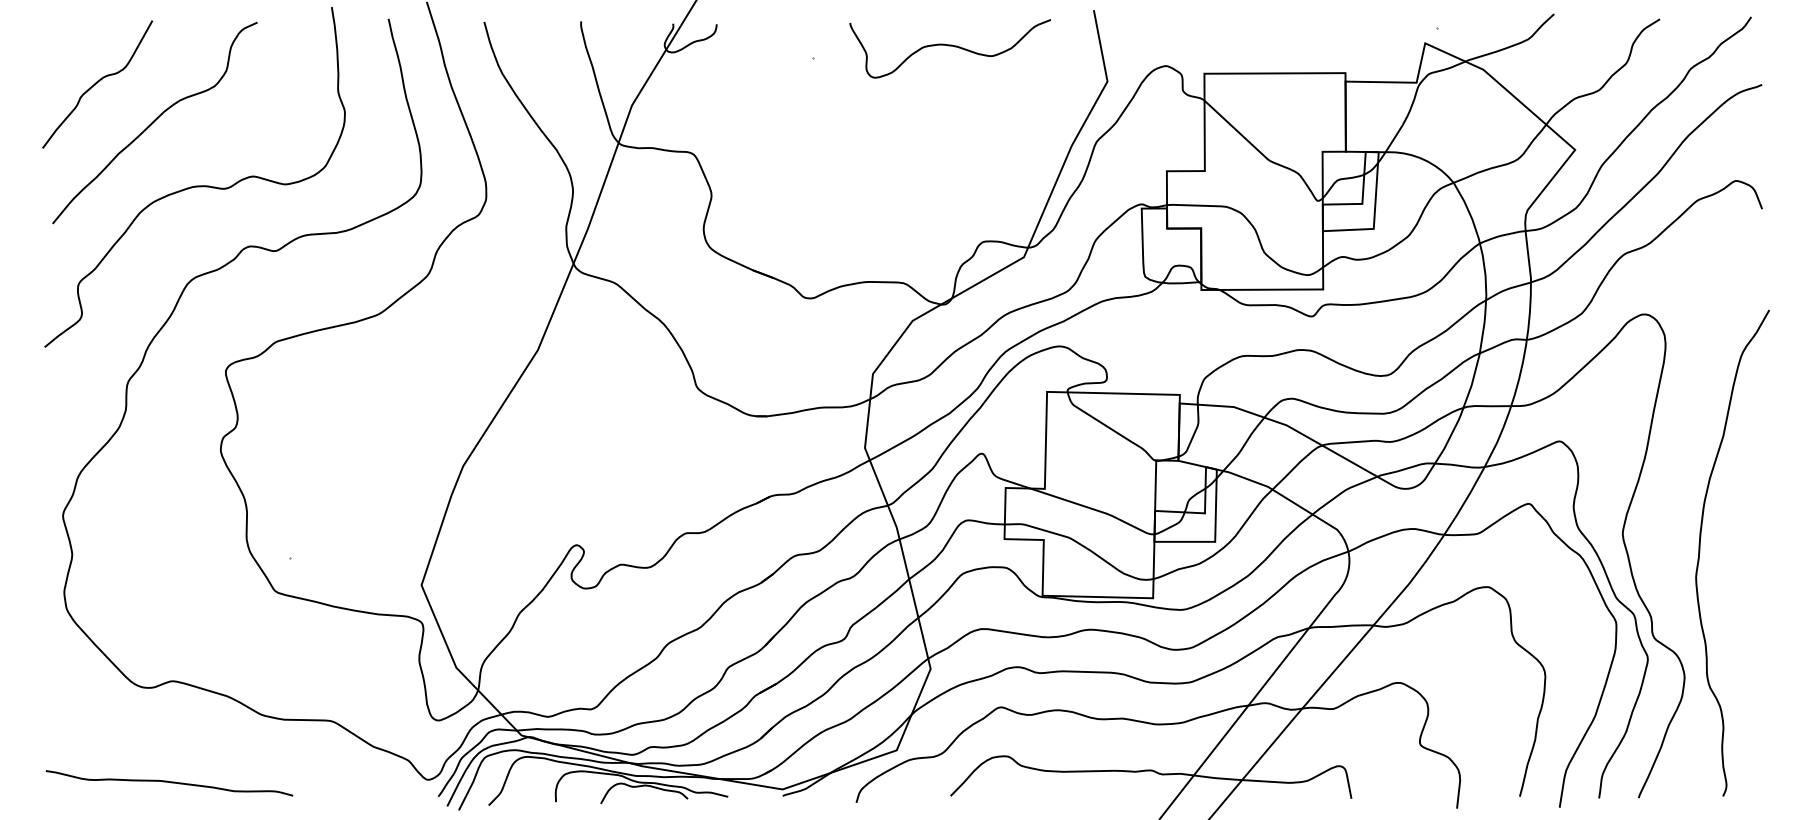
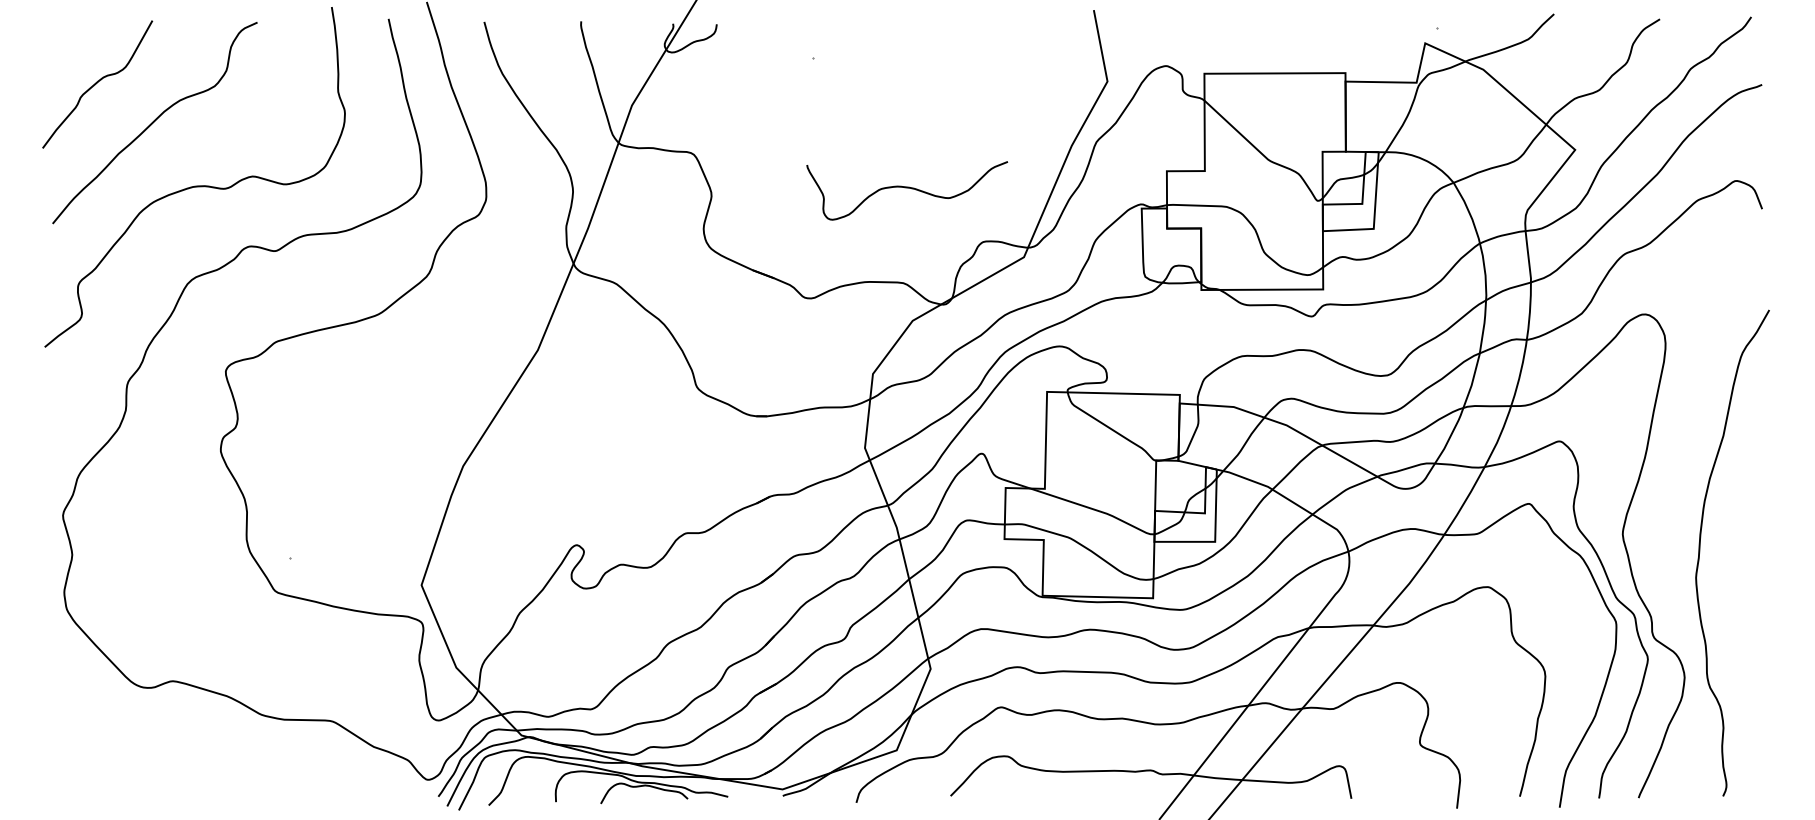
curve at (950, 46) position: (950, 46) -> (907, 188)
curve at (169, 782): present -> none
